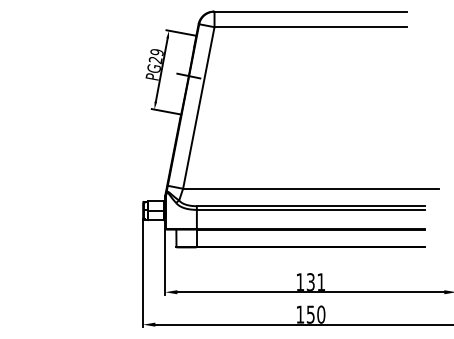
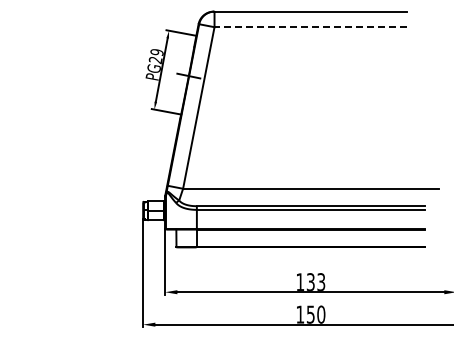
line at (310, 27): solid -> dashed
text at (321, 281): 131 -> 133
